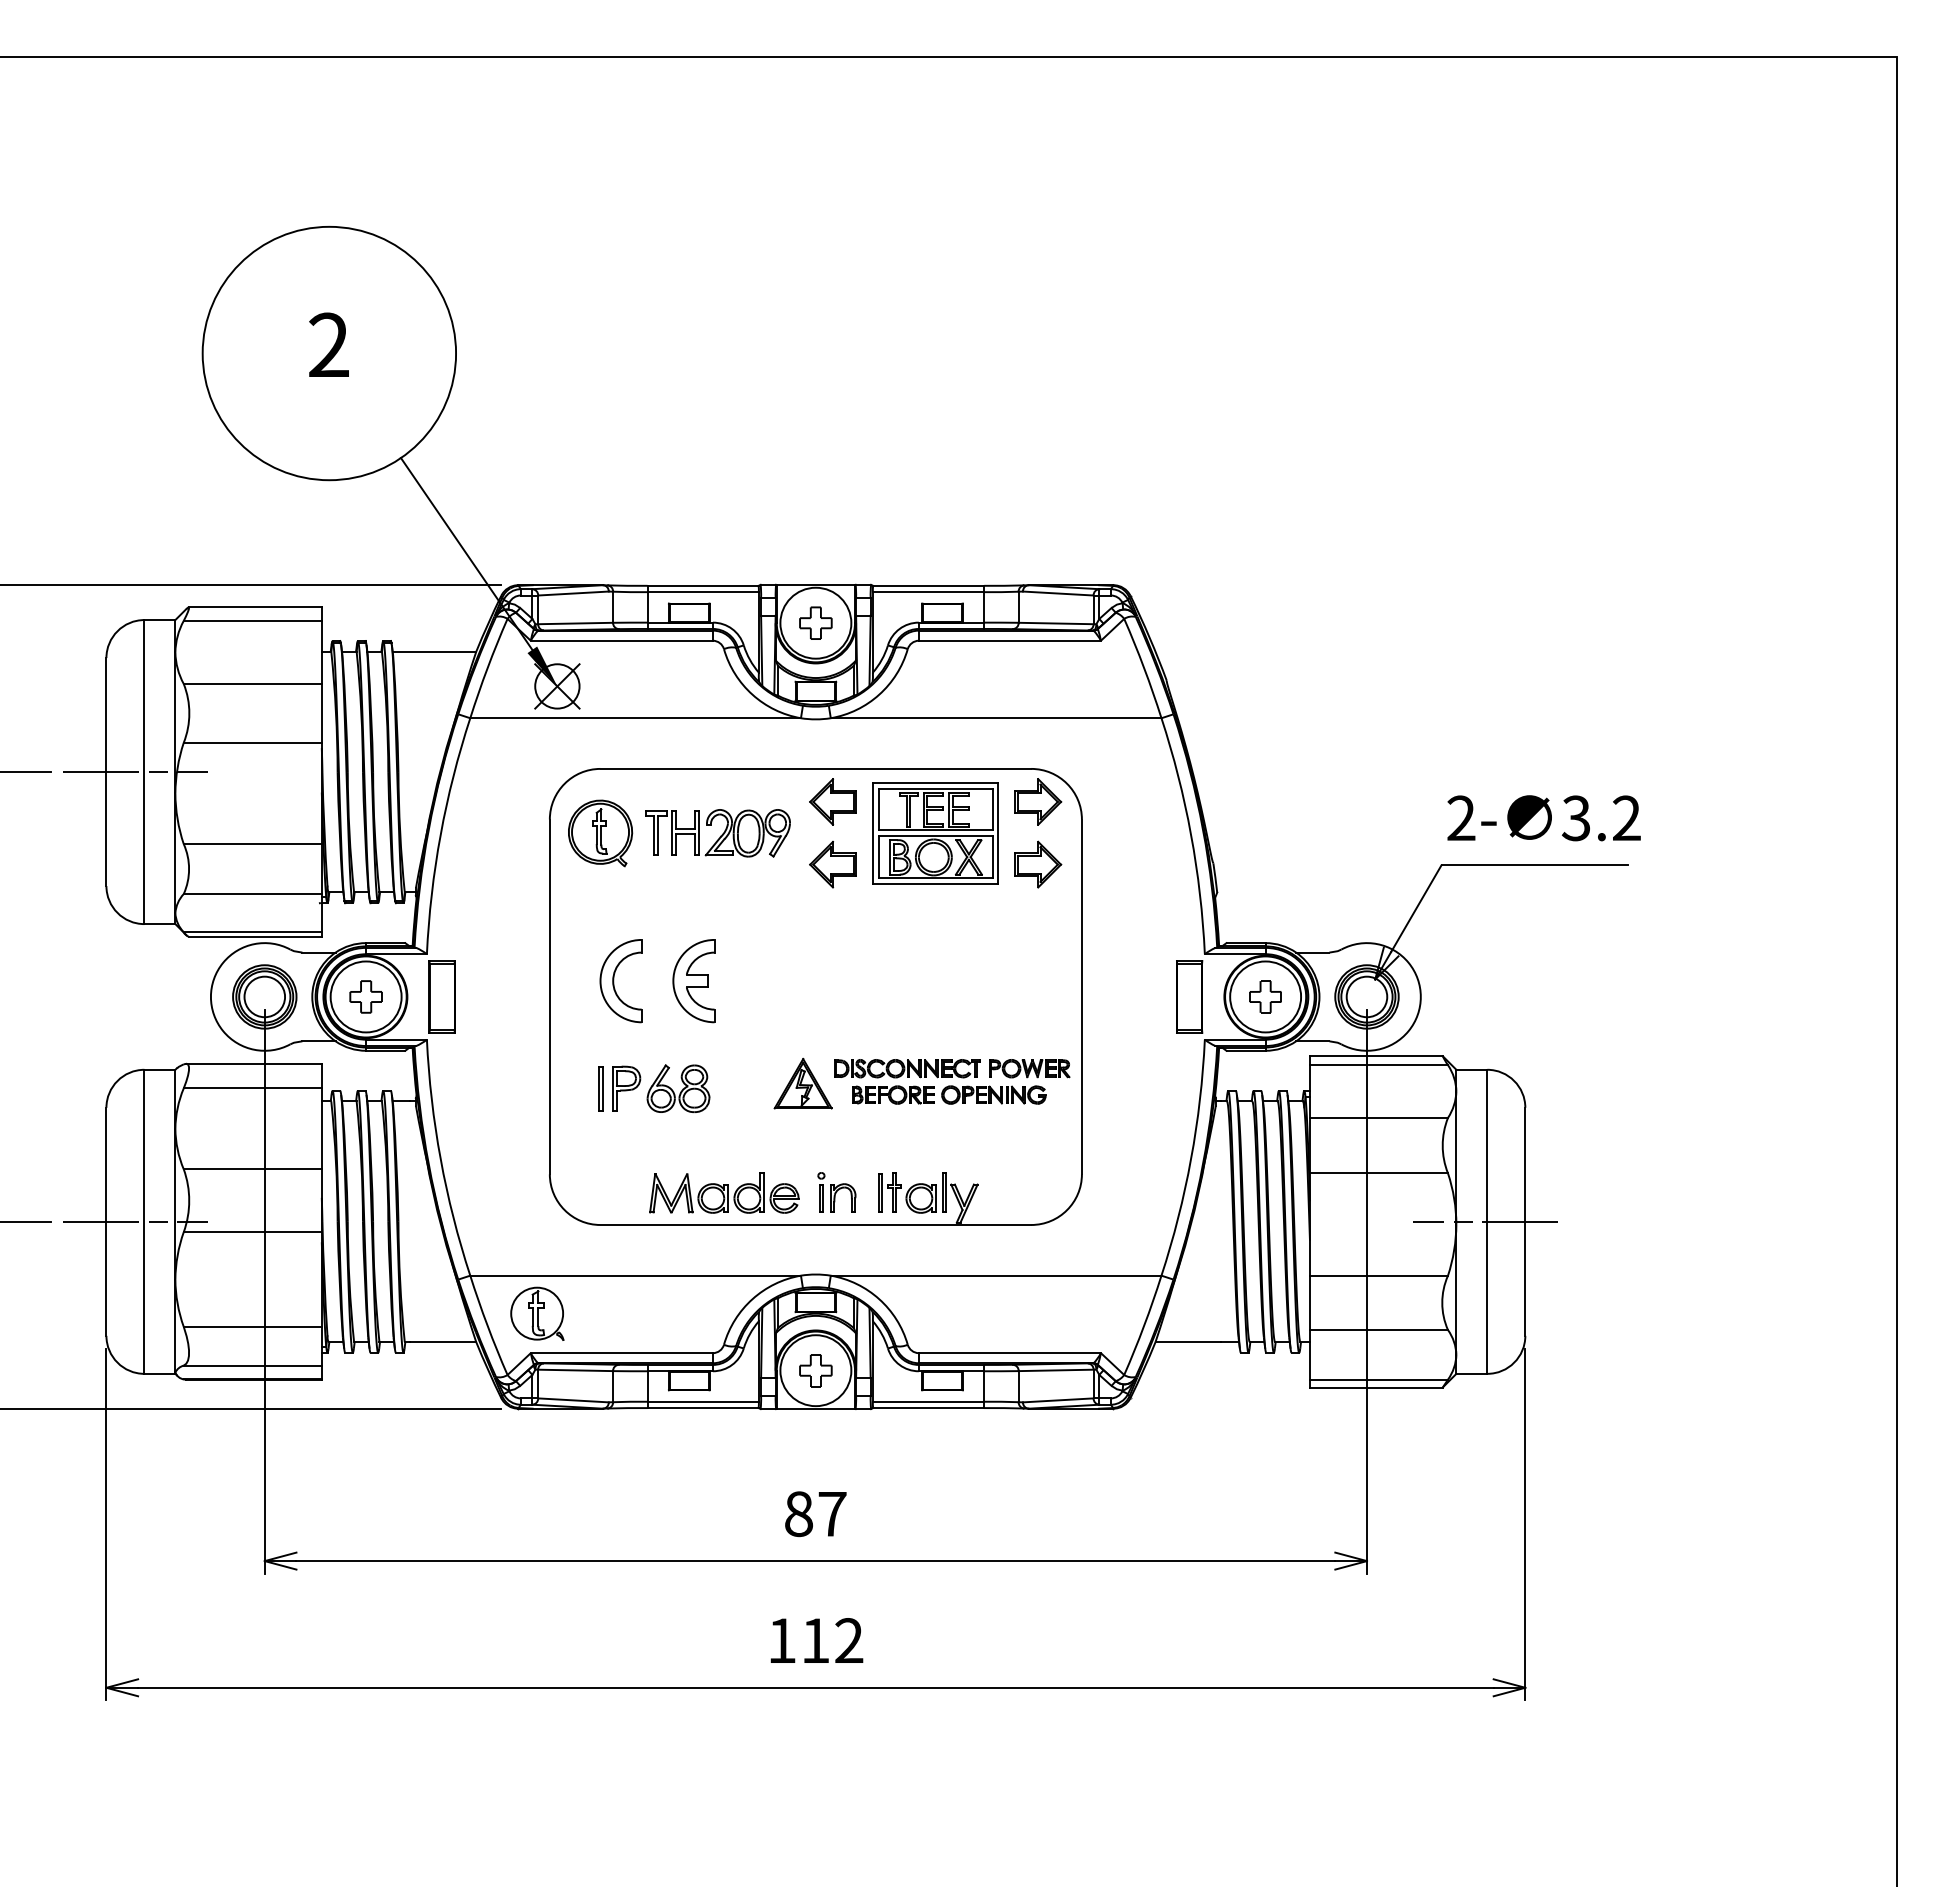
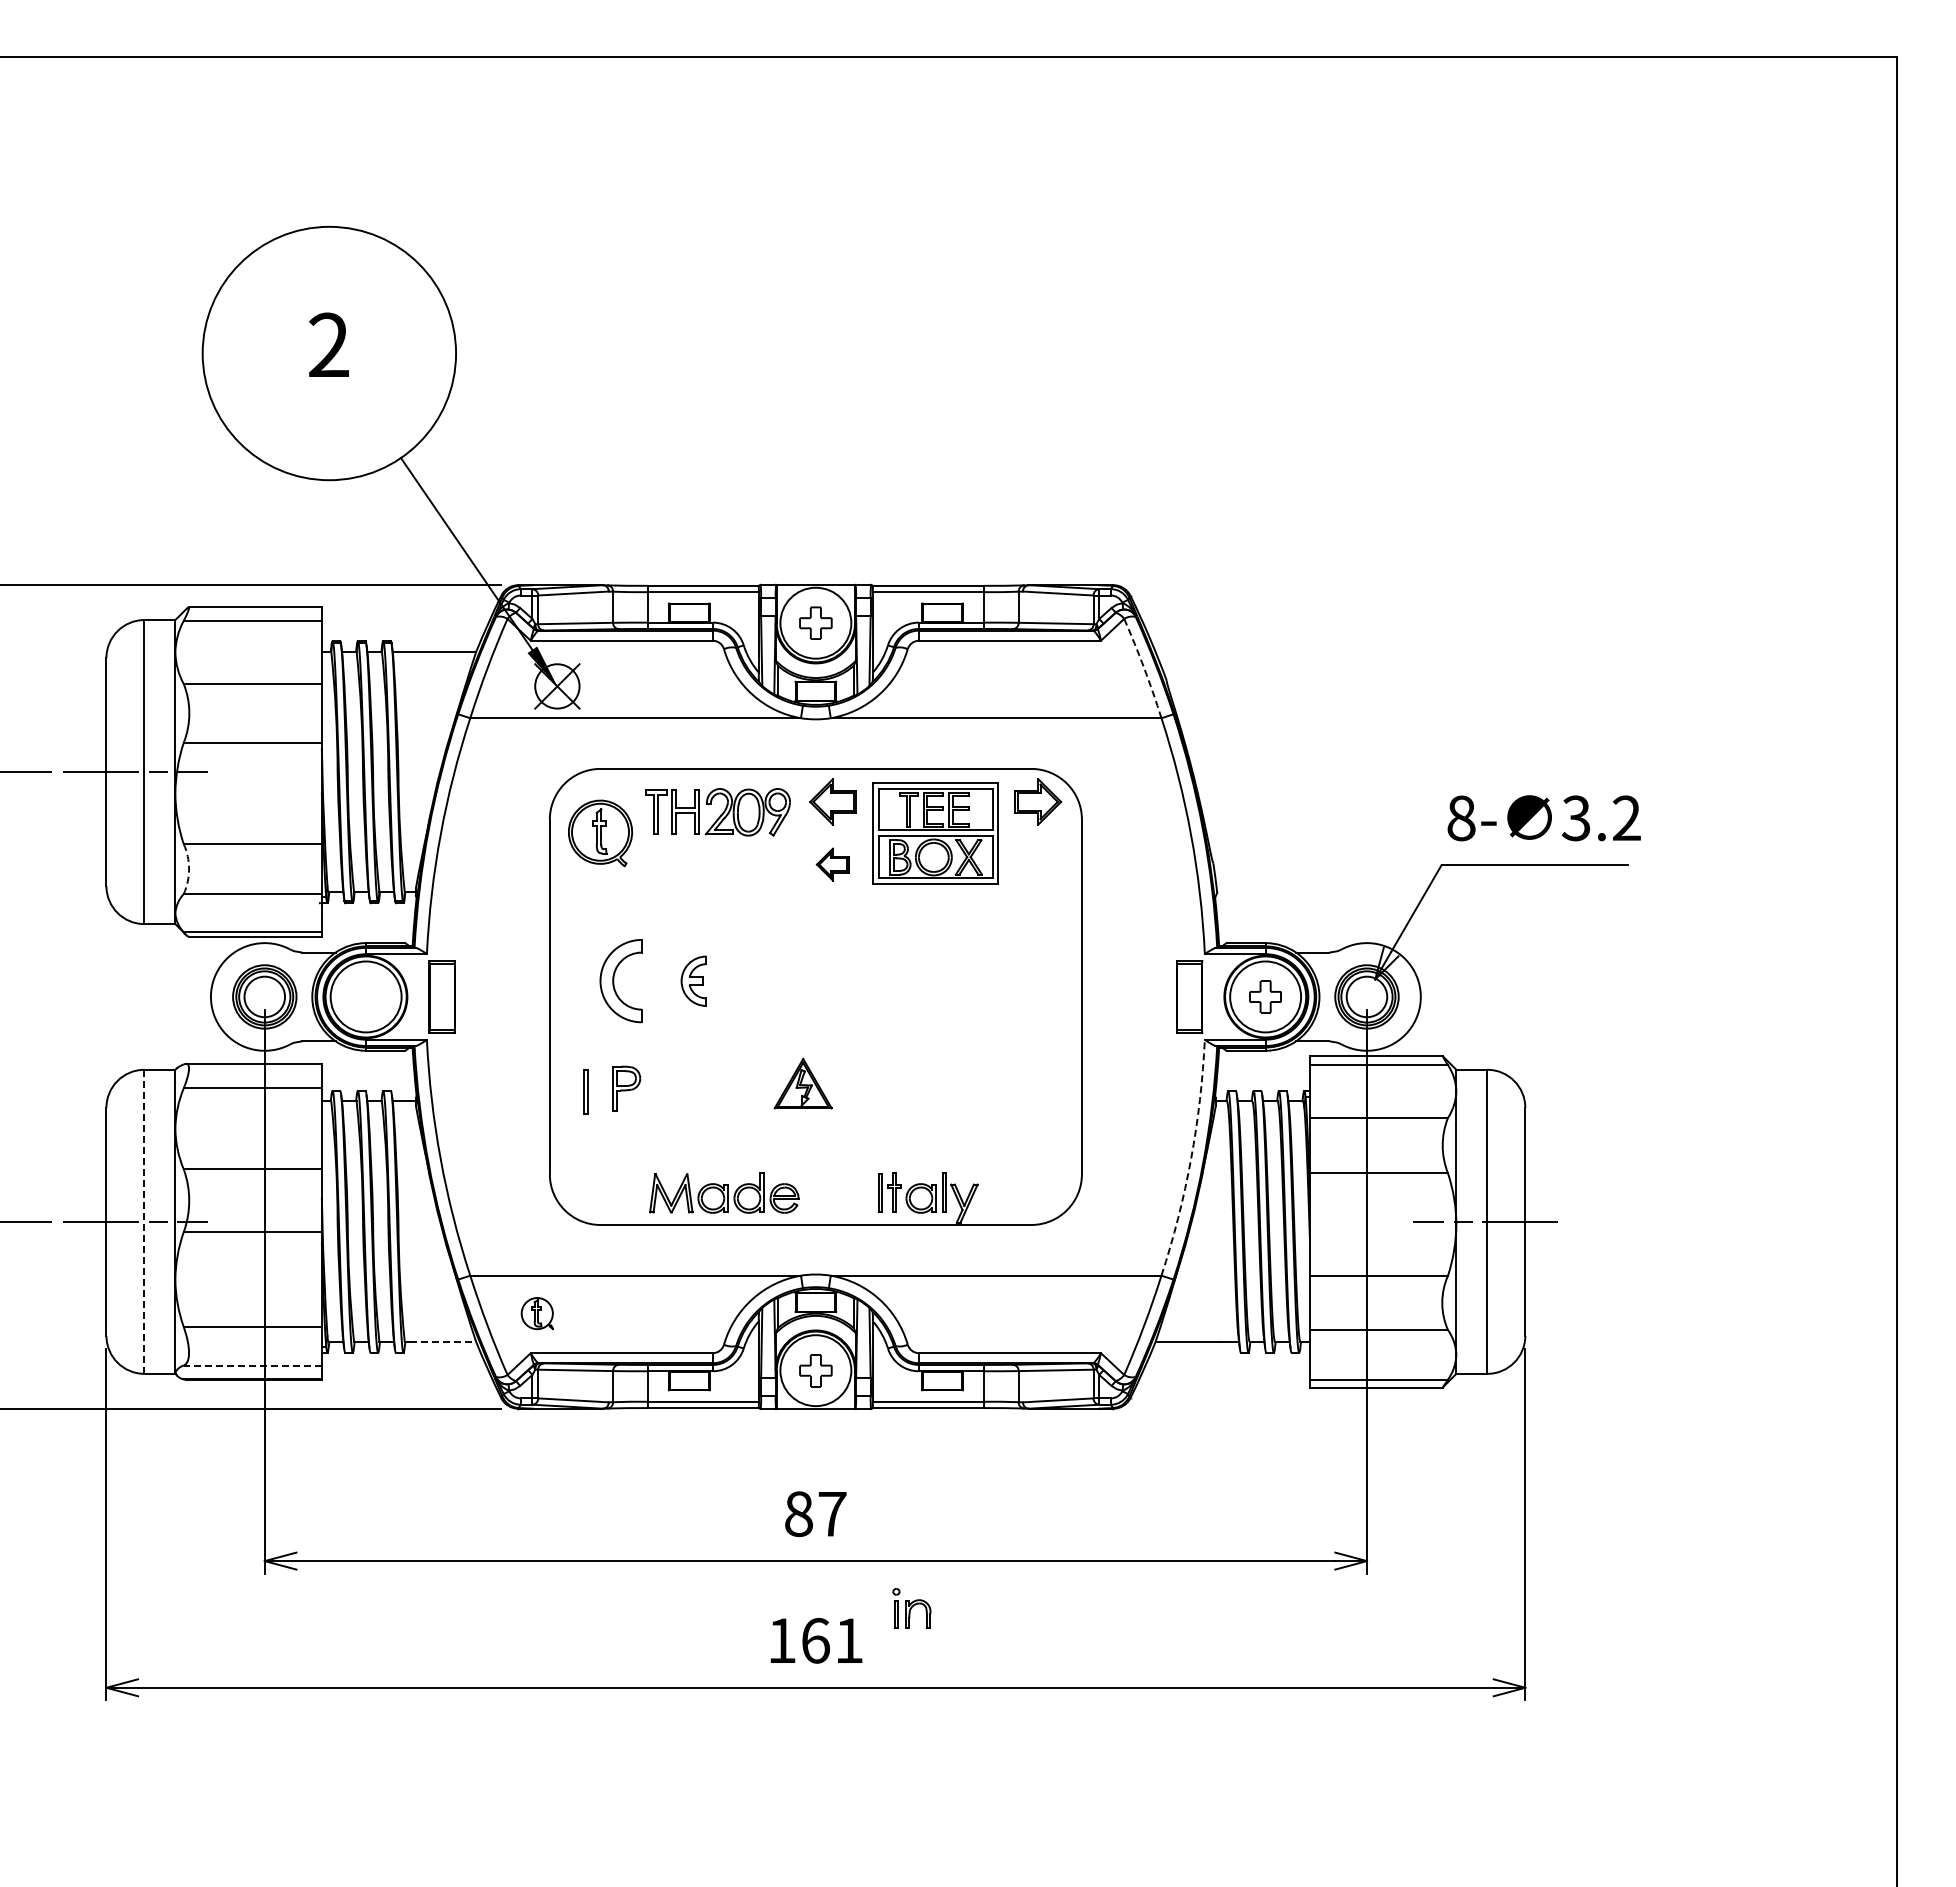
arc at (1144, 668): solid -> dashed
text at (1461, 818): 2- -> 8-
part at (717, 833) position: (717, 833) -> (717, 812)
part at (832, 864) size: 48x49 px -> 35x35 px
part at (1038, 864): present -> none
arc at (189, 869): solid -> dashed
part at (693, 981) size: 44x85 px -> 27x52 px
part at (365, 996): present -> none
part at (952, 1081): present -> none
part at (600, 1088) position: (600, 1088) -> (585, 1091)
part at (678, 1088): present -> none
arc at (1191, 1159): solid -> dashed
part at (836, 1192) position: (836, 1192) -> (911, 1608)
line at (144, 1222): solid -> dashed
part at (537, 1313) size: 55x55 px -> 34x34 px
line at (443, 1342): solid -> dashed
line at (252, 1365): solid -> dashed
text at (832, 1640): 112 -> 161
